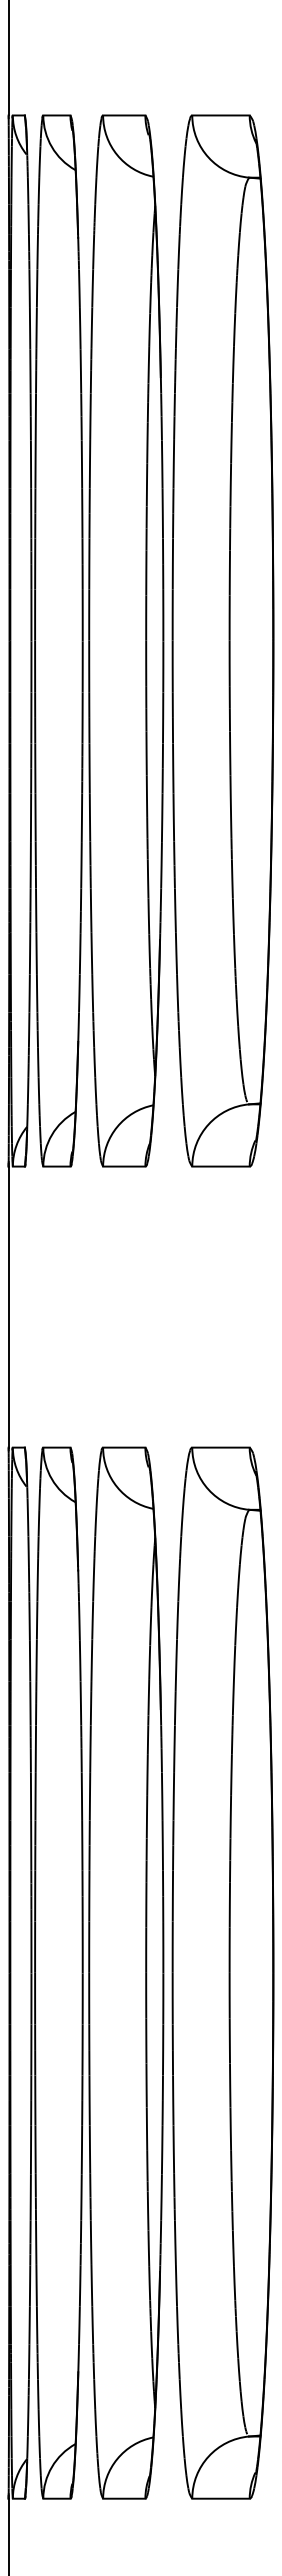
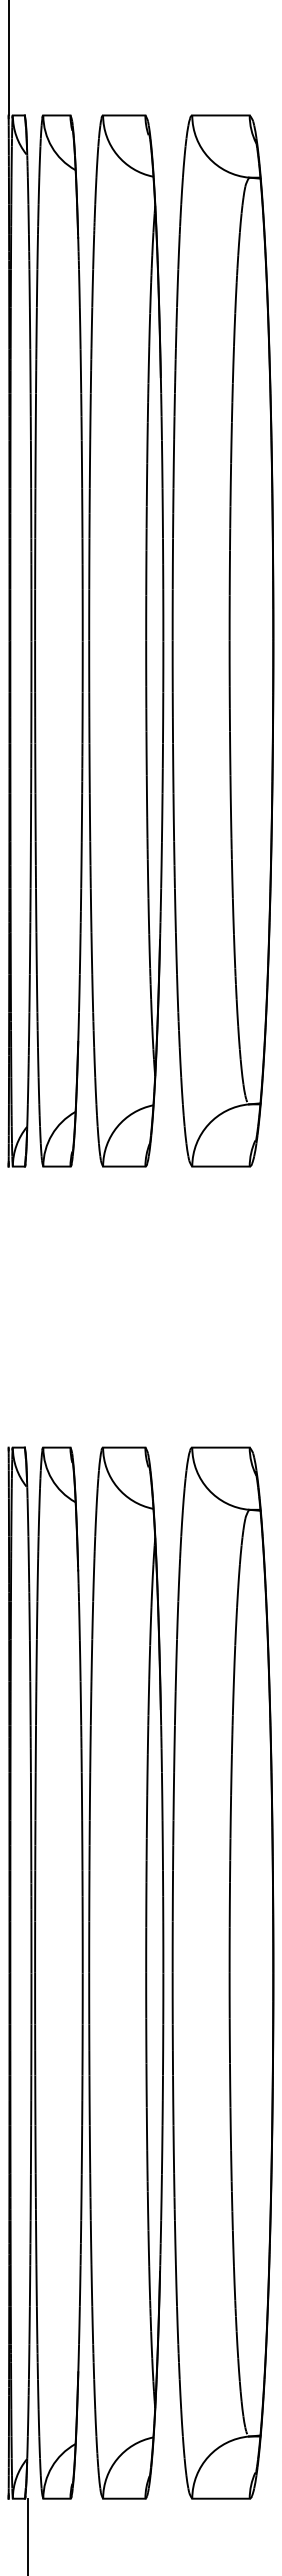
line at (8, 1306): present -> none
line at (8, 2535) position: (8, 2535) -> (27, 2535)
